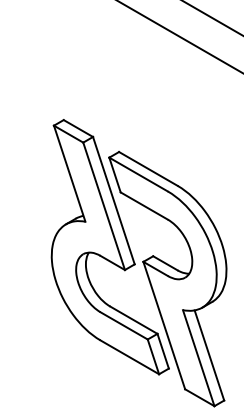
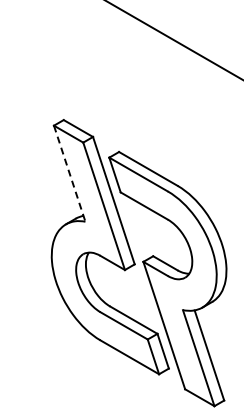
line at (212, 18): present -> none
line at (180, 36) position: (180, 36) -> (174, 40)
line at (69, 173): solid -> dashed
